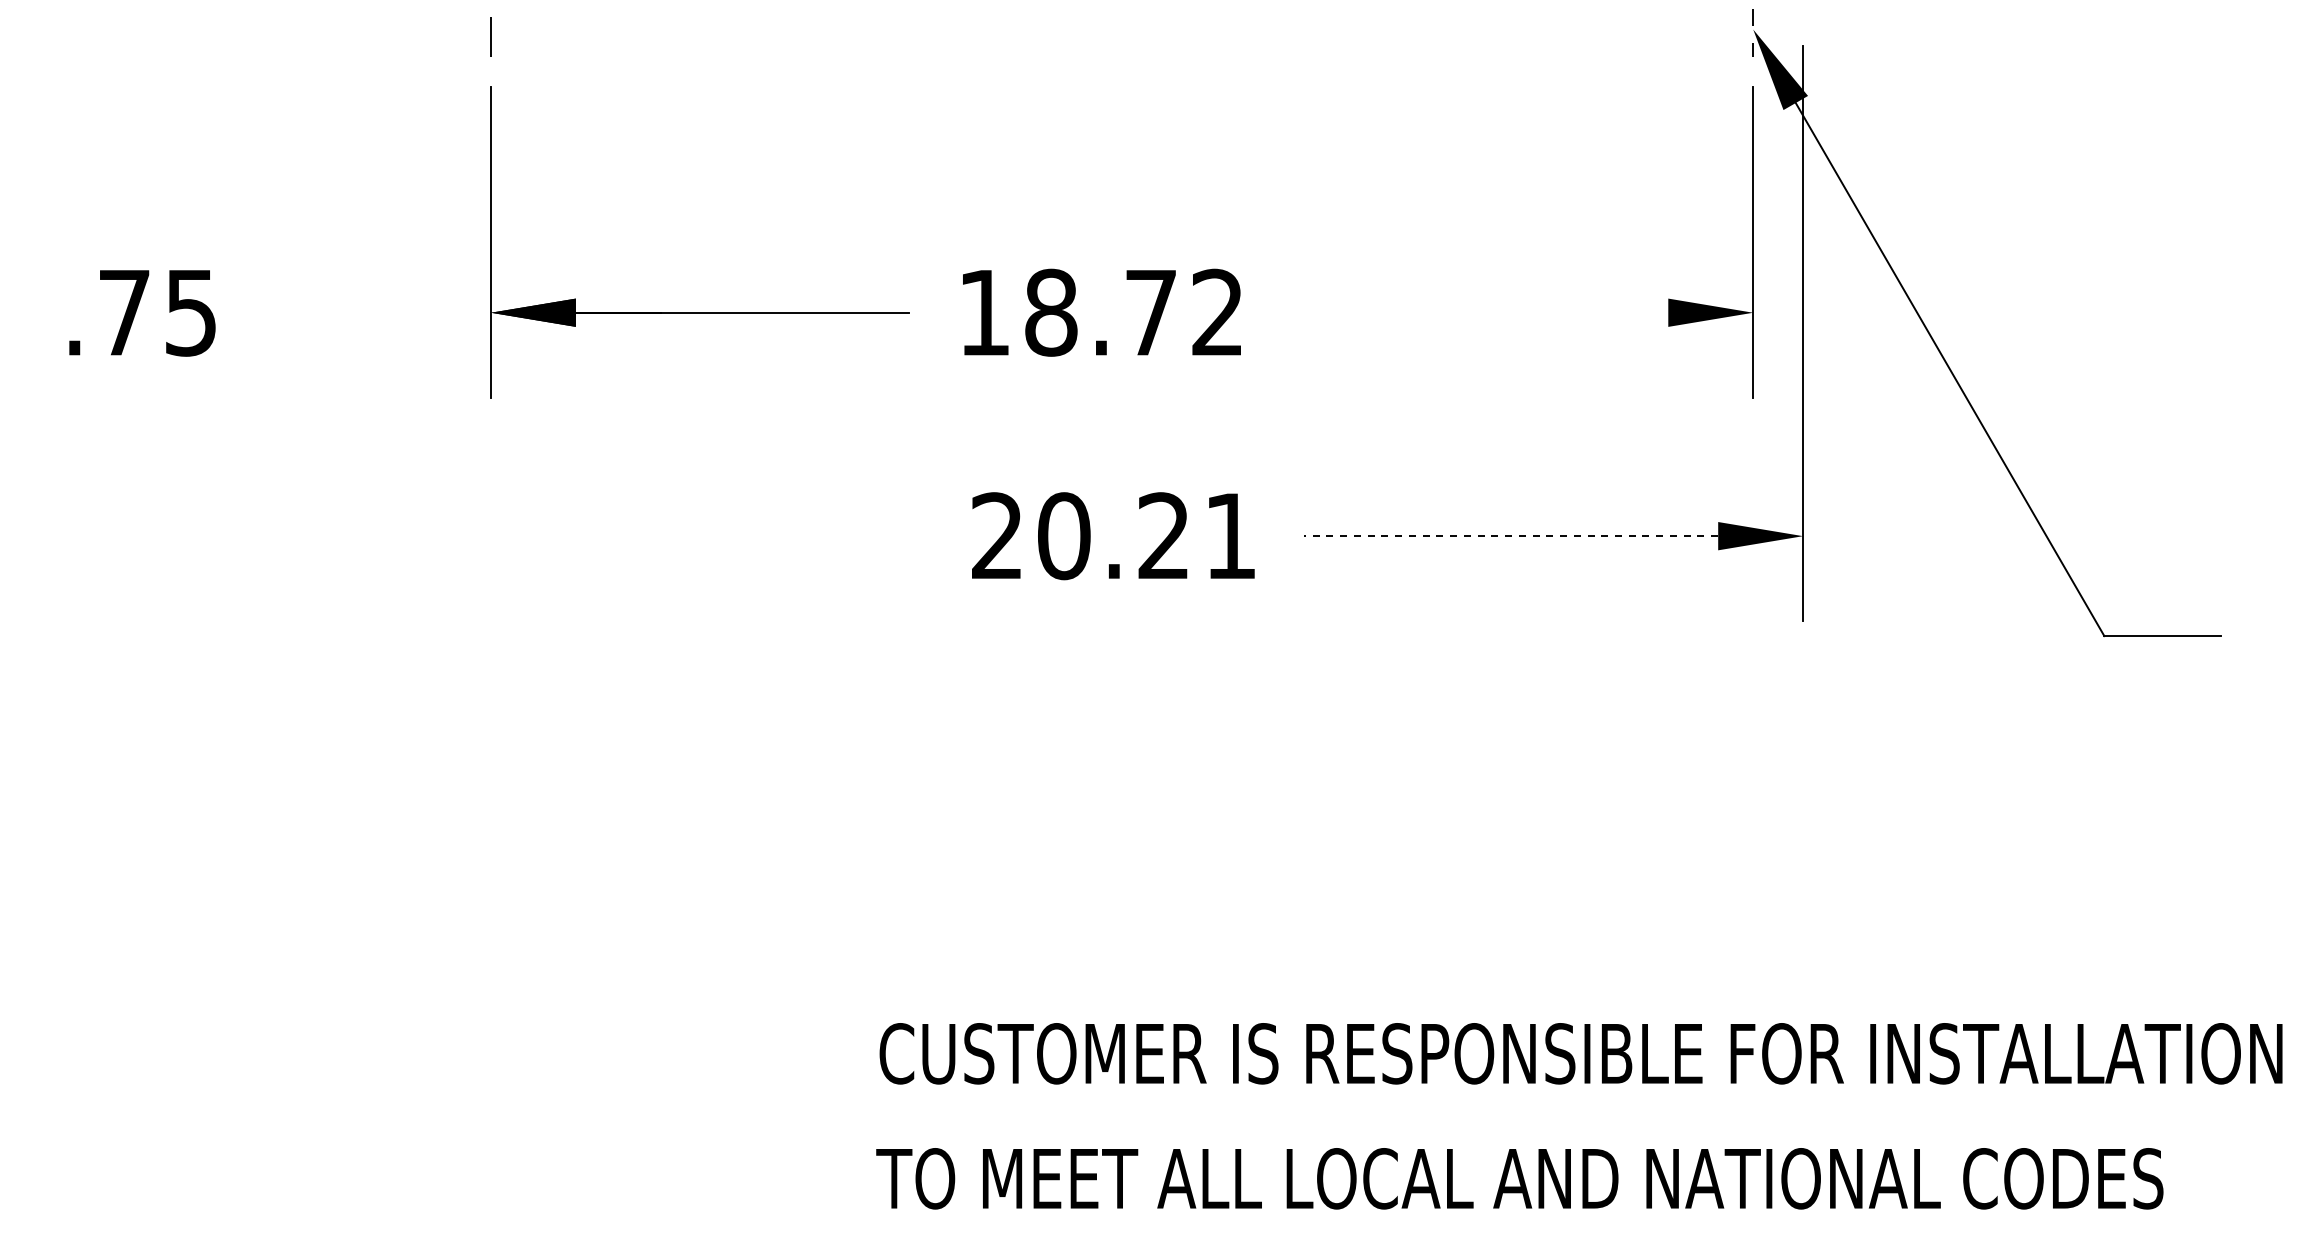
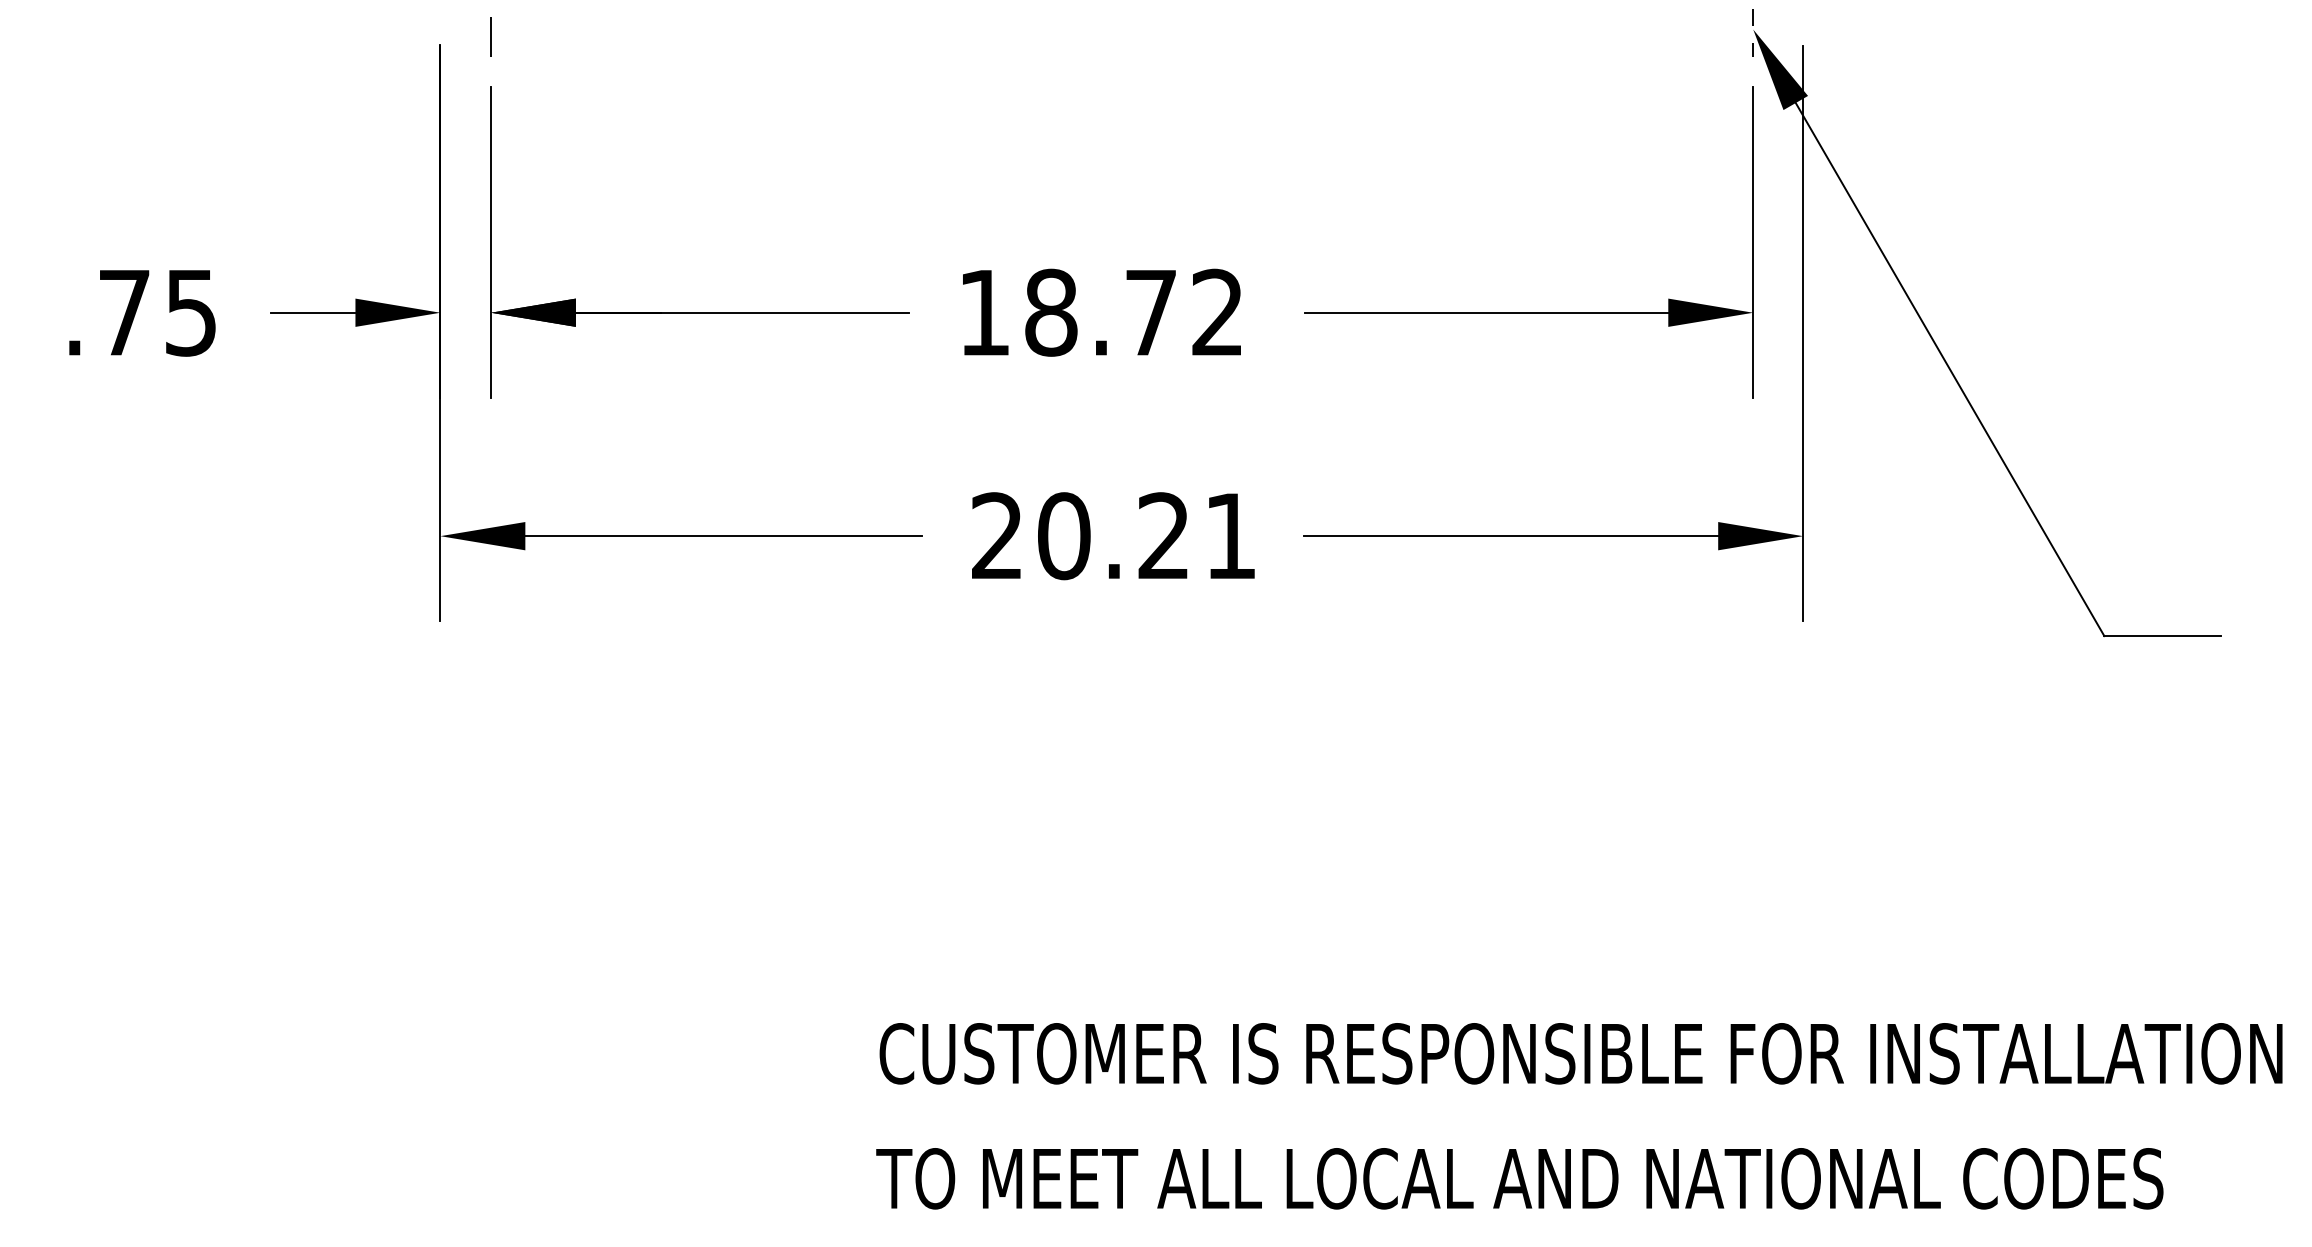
line at (1486, 312): none -> present
part at (440, 332): none -> present
line at (1510, 536): dashed -> solid
